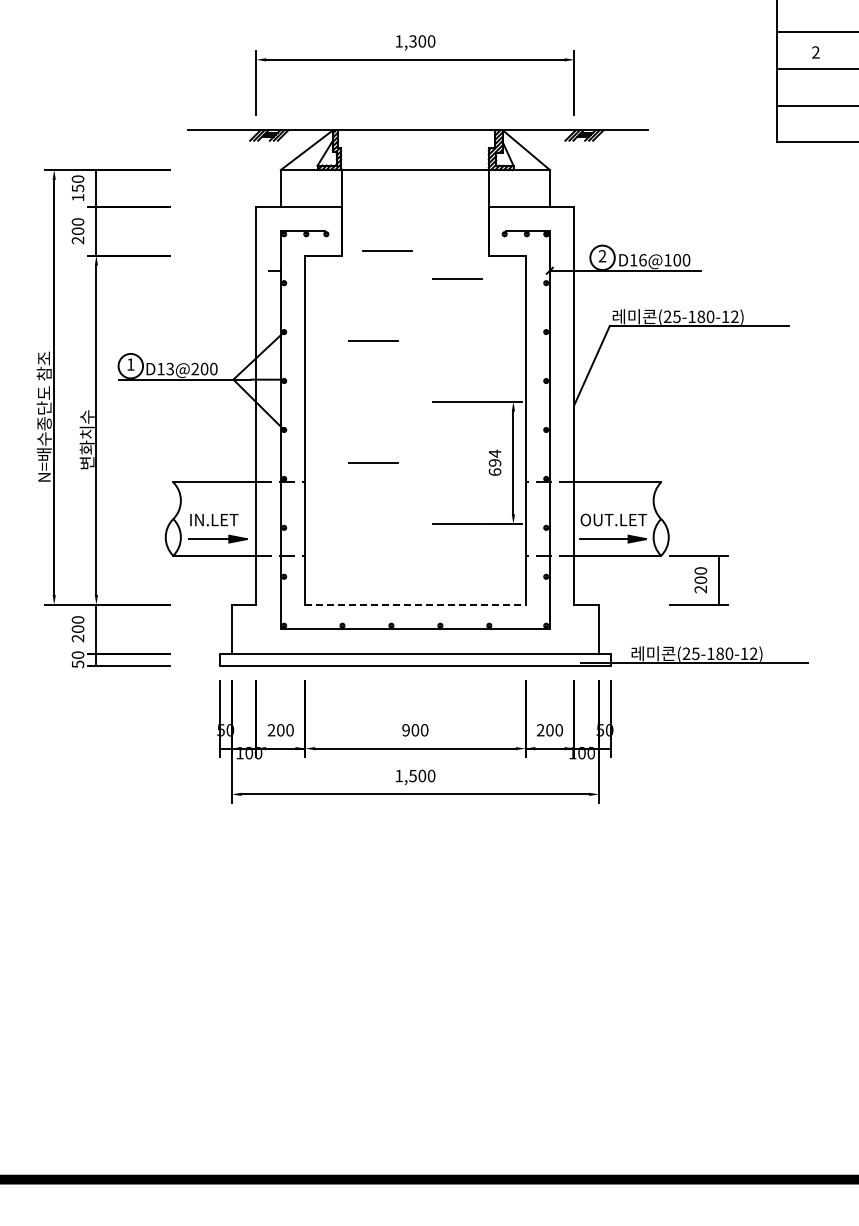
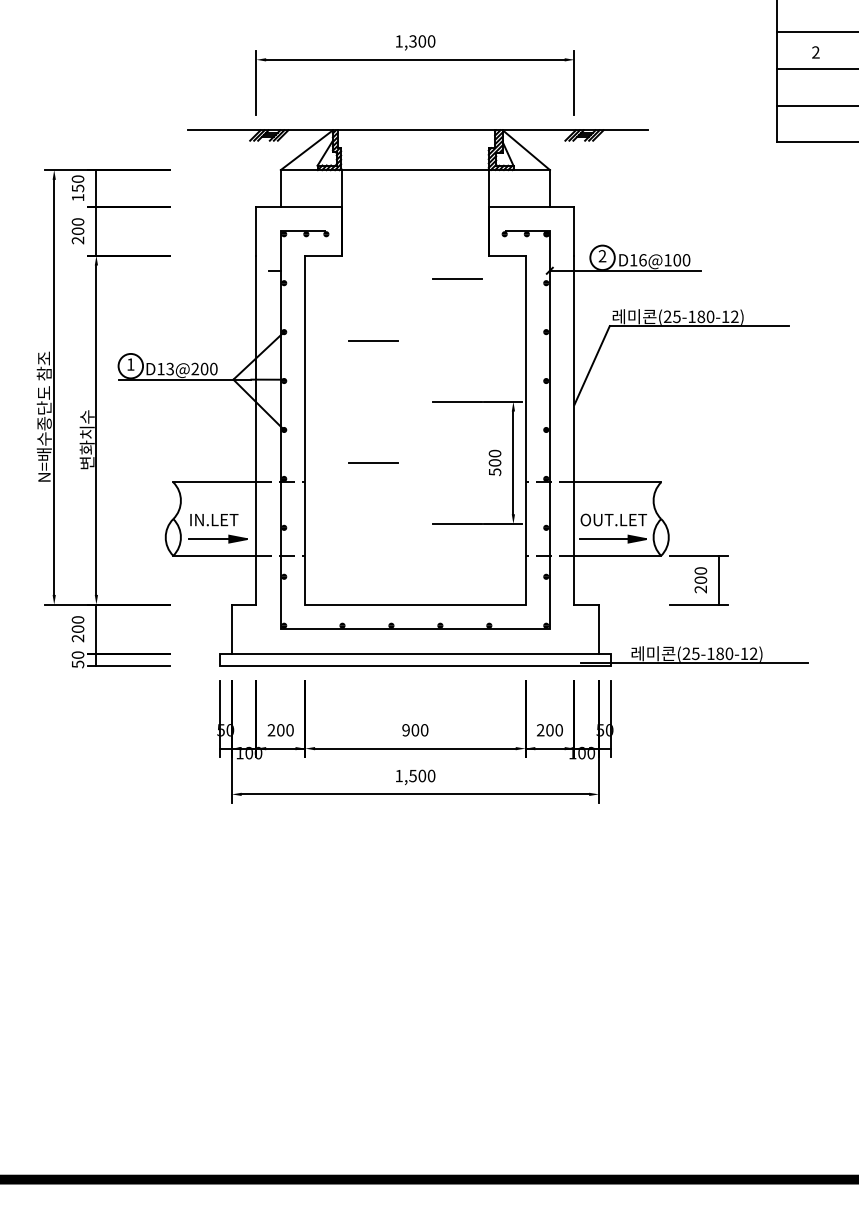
line at (387, 250): present -> none
text at (494, 462): 694 -> 500
line at (415, 604): dashed -> solid
